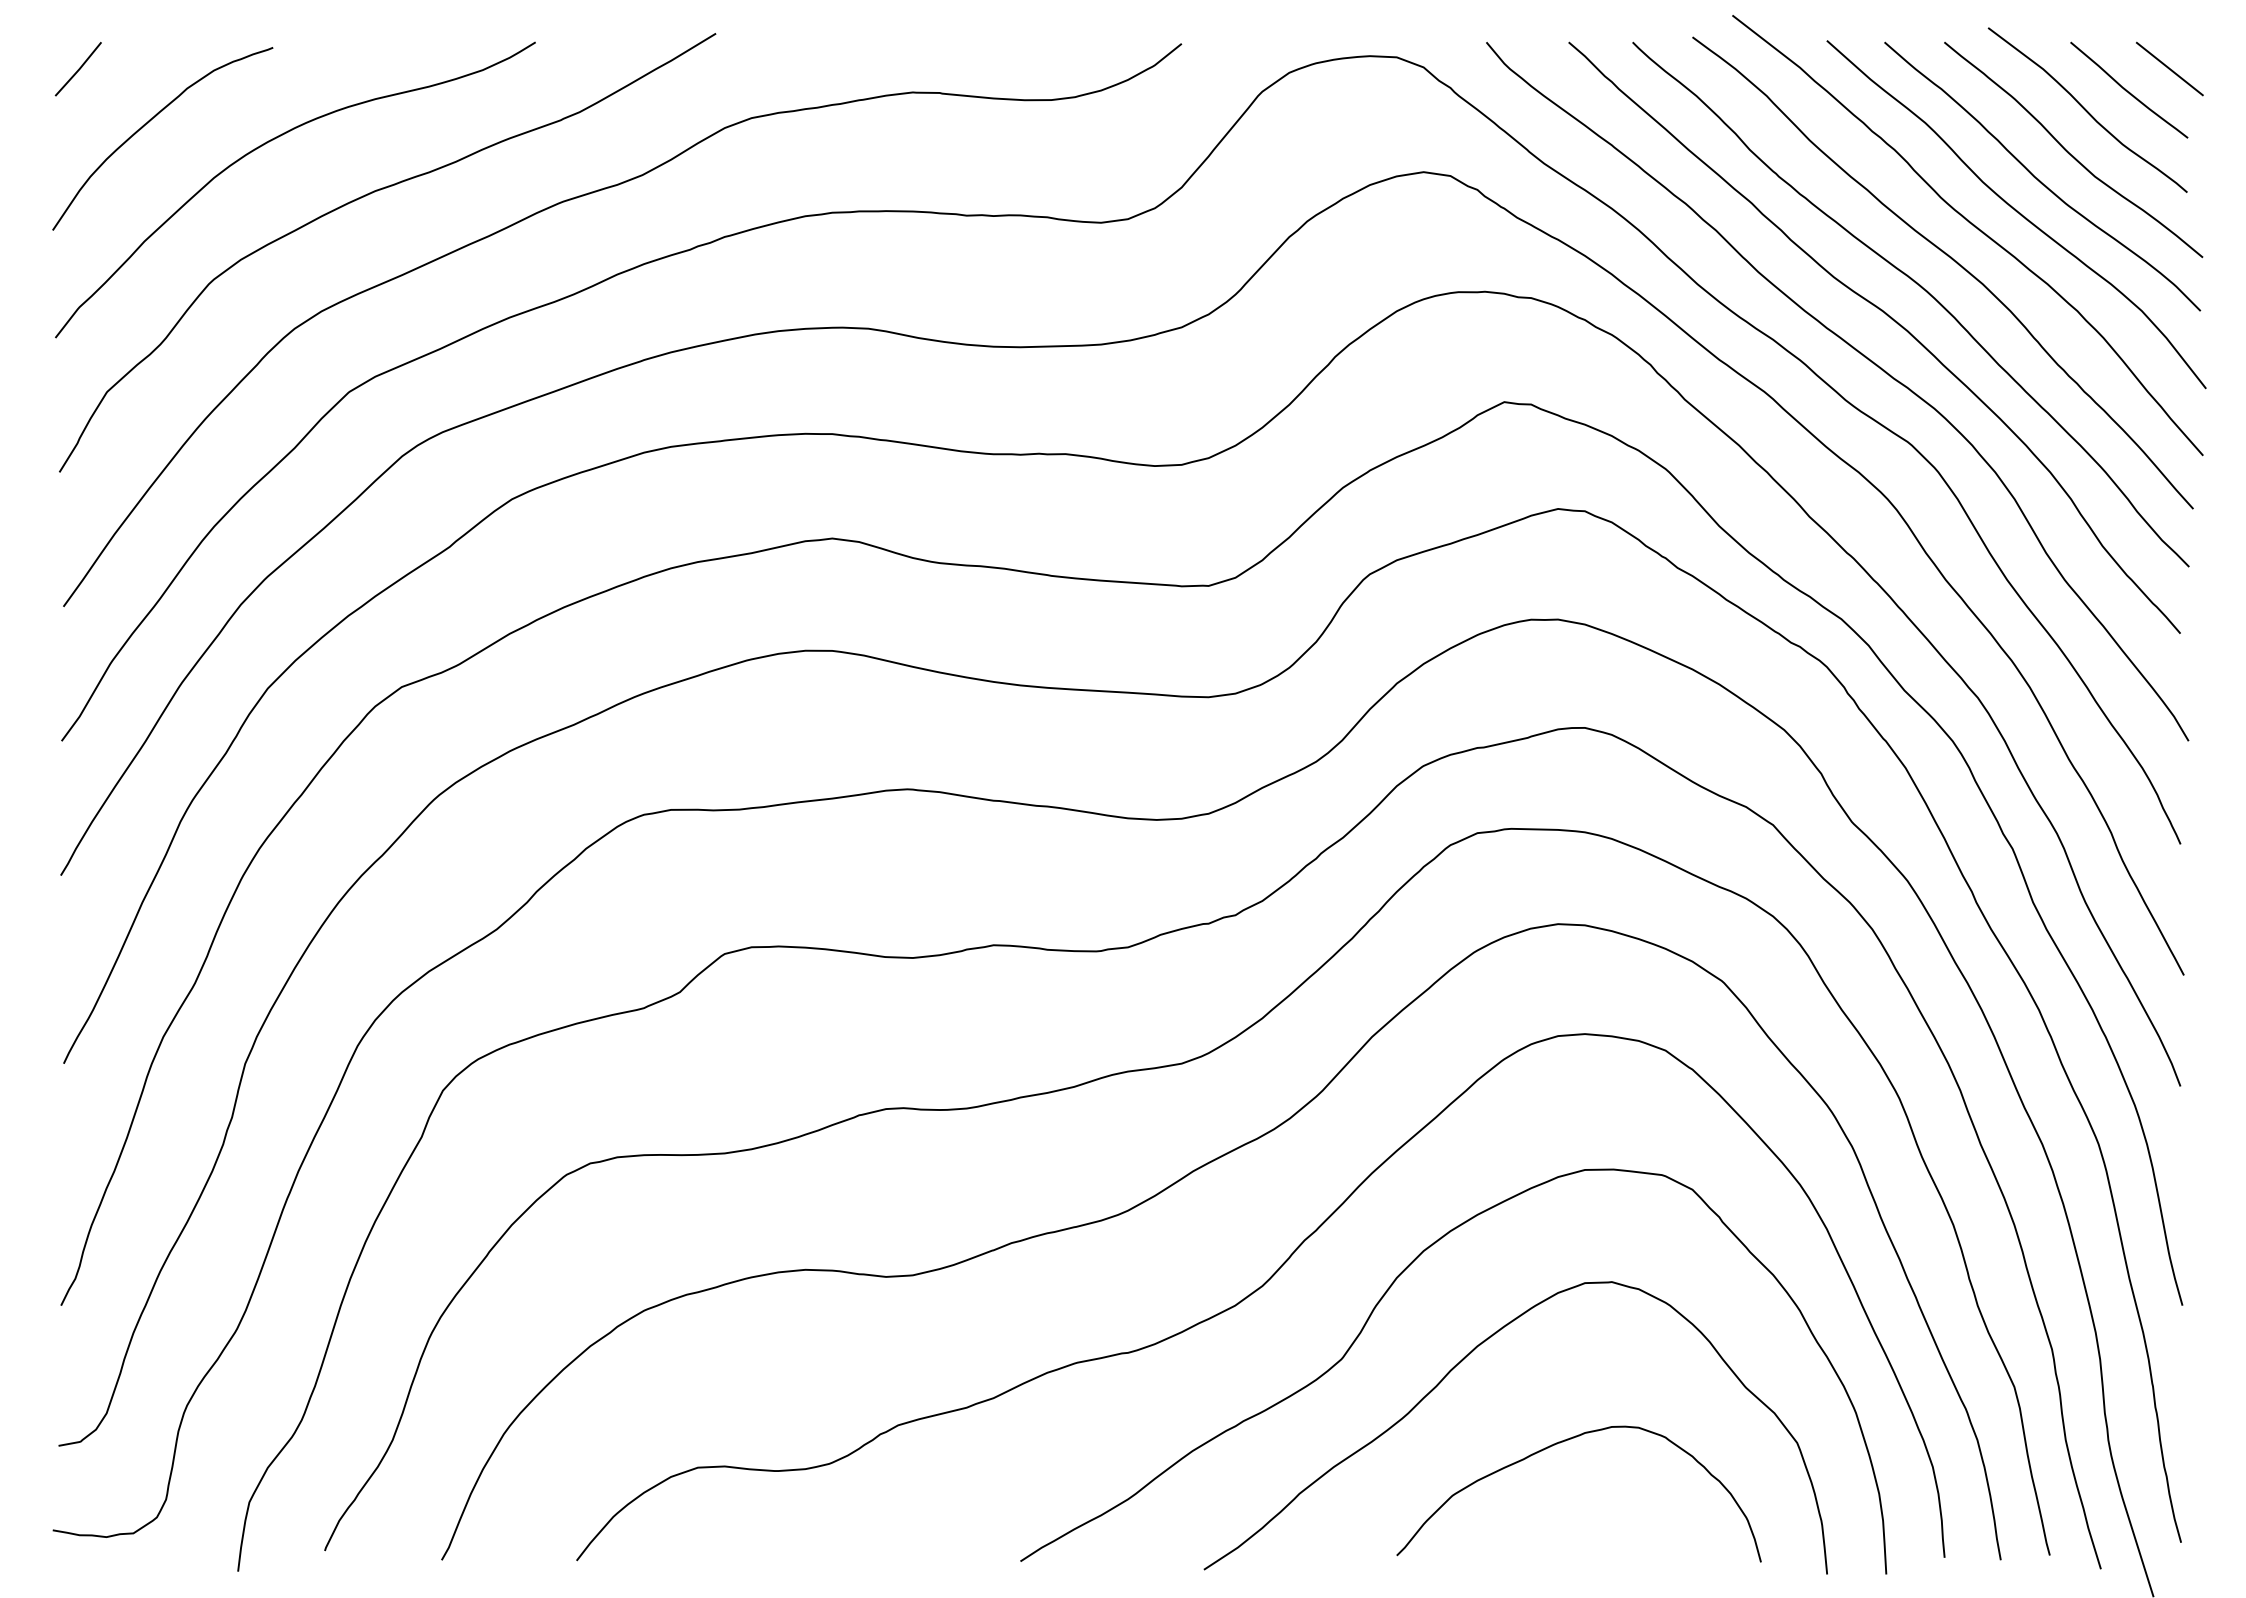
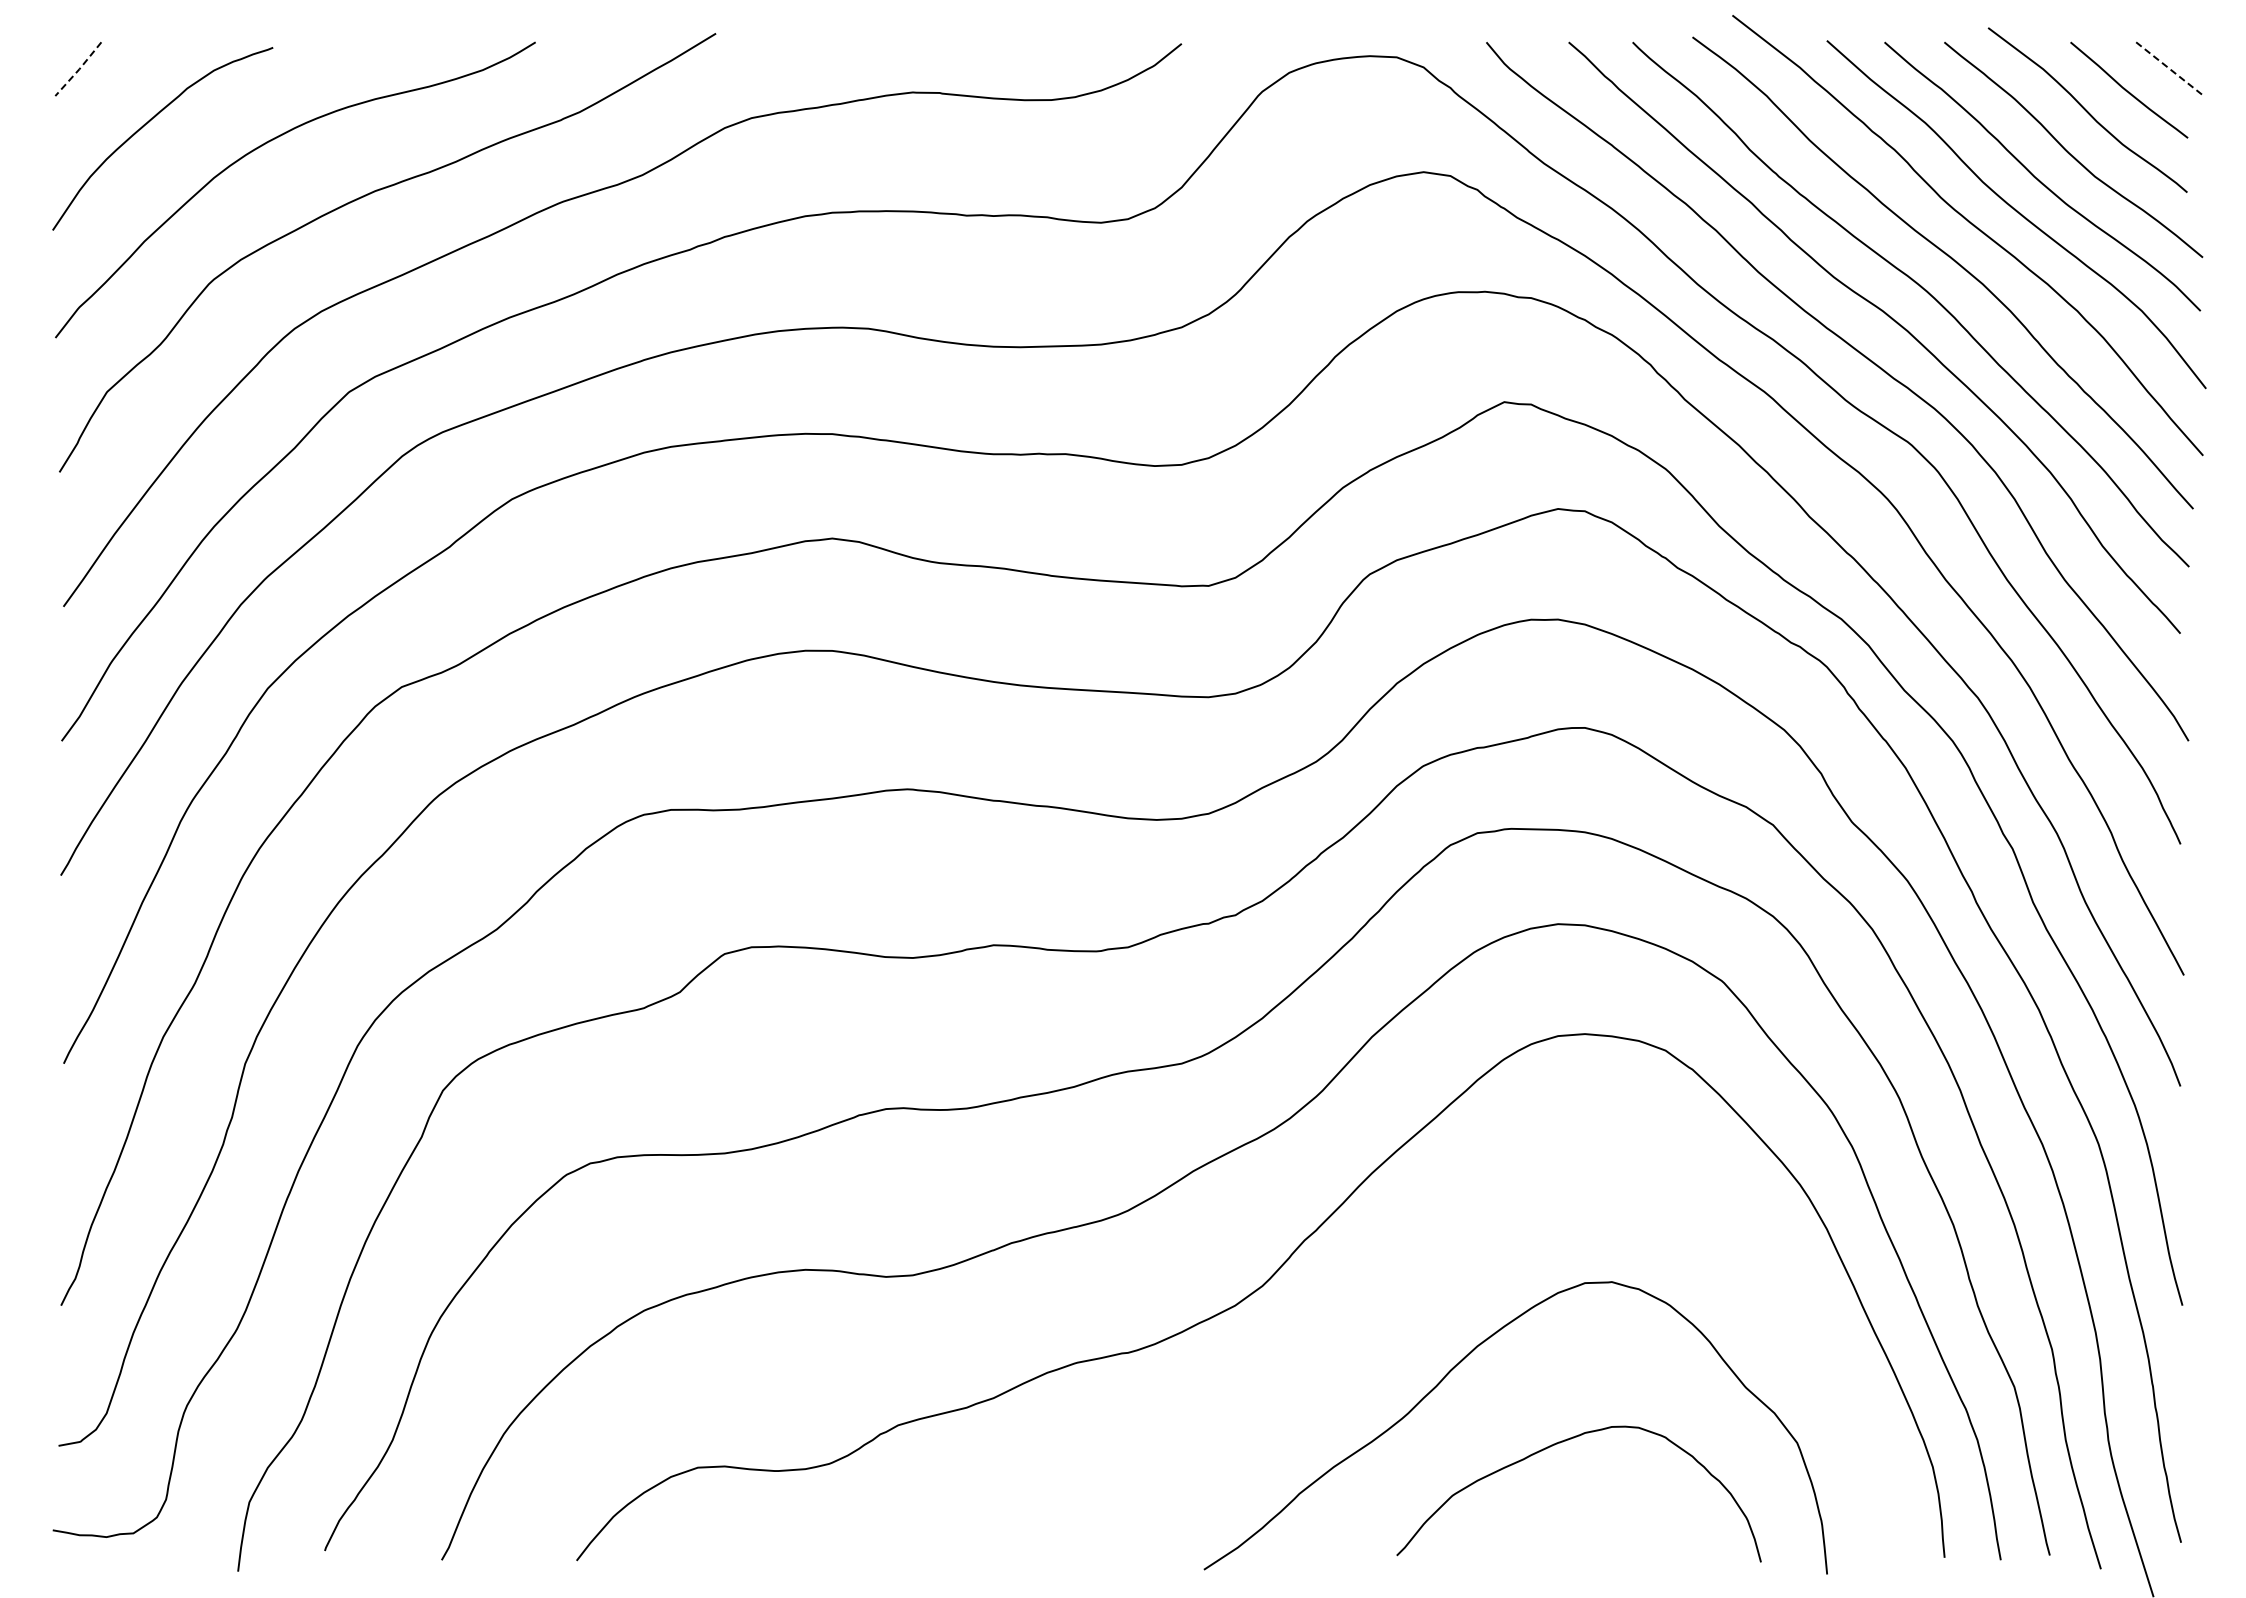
line at (78, 69): solid -> dashed
line at (2169, 69): solid -> dashed
curve at (1369, 1319): present -> none
